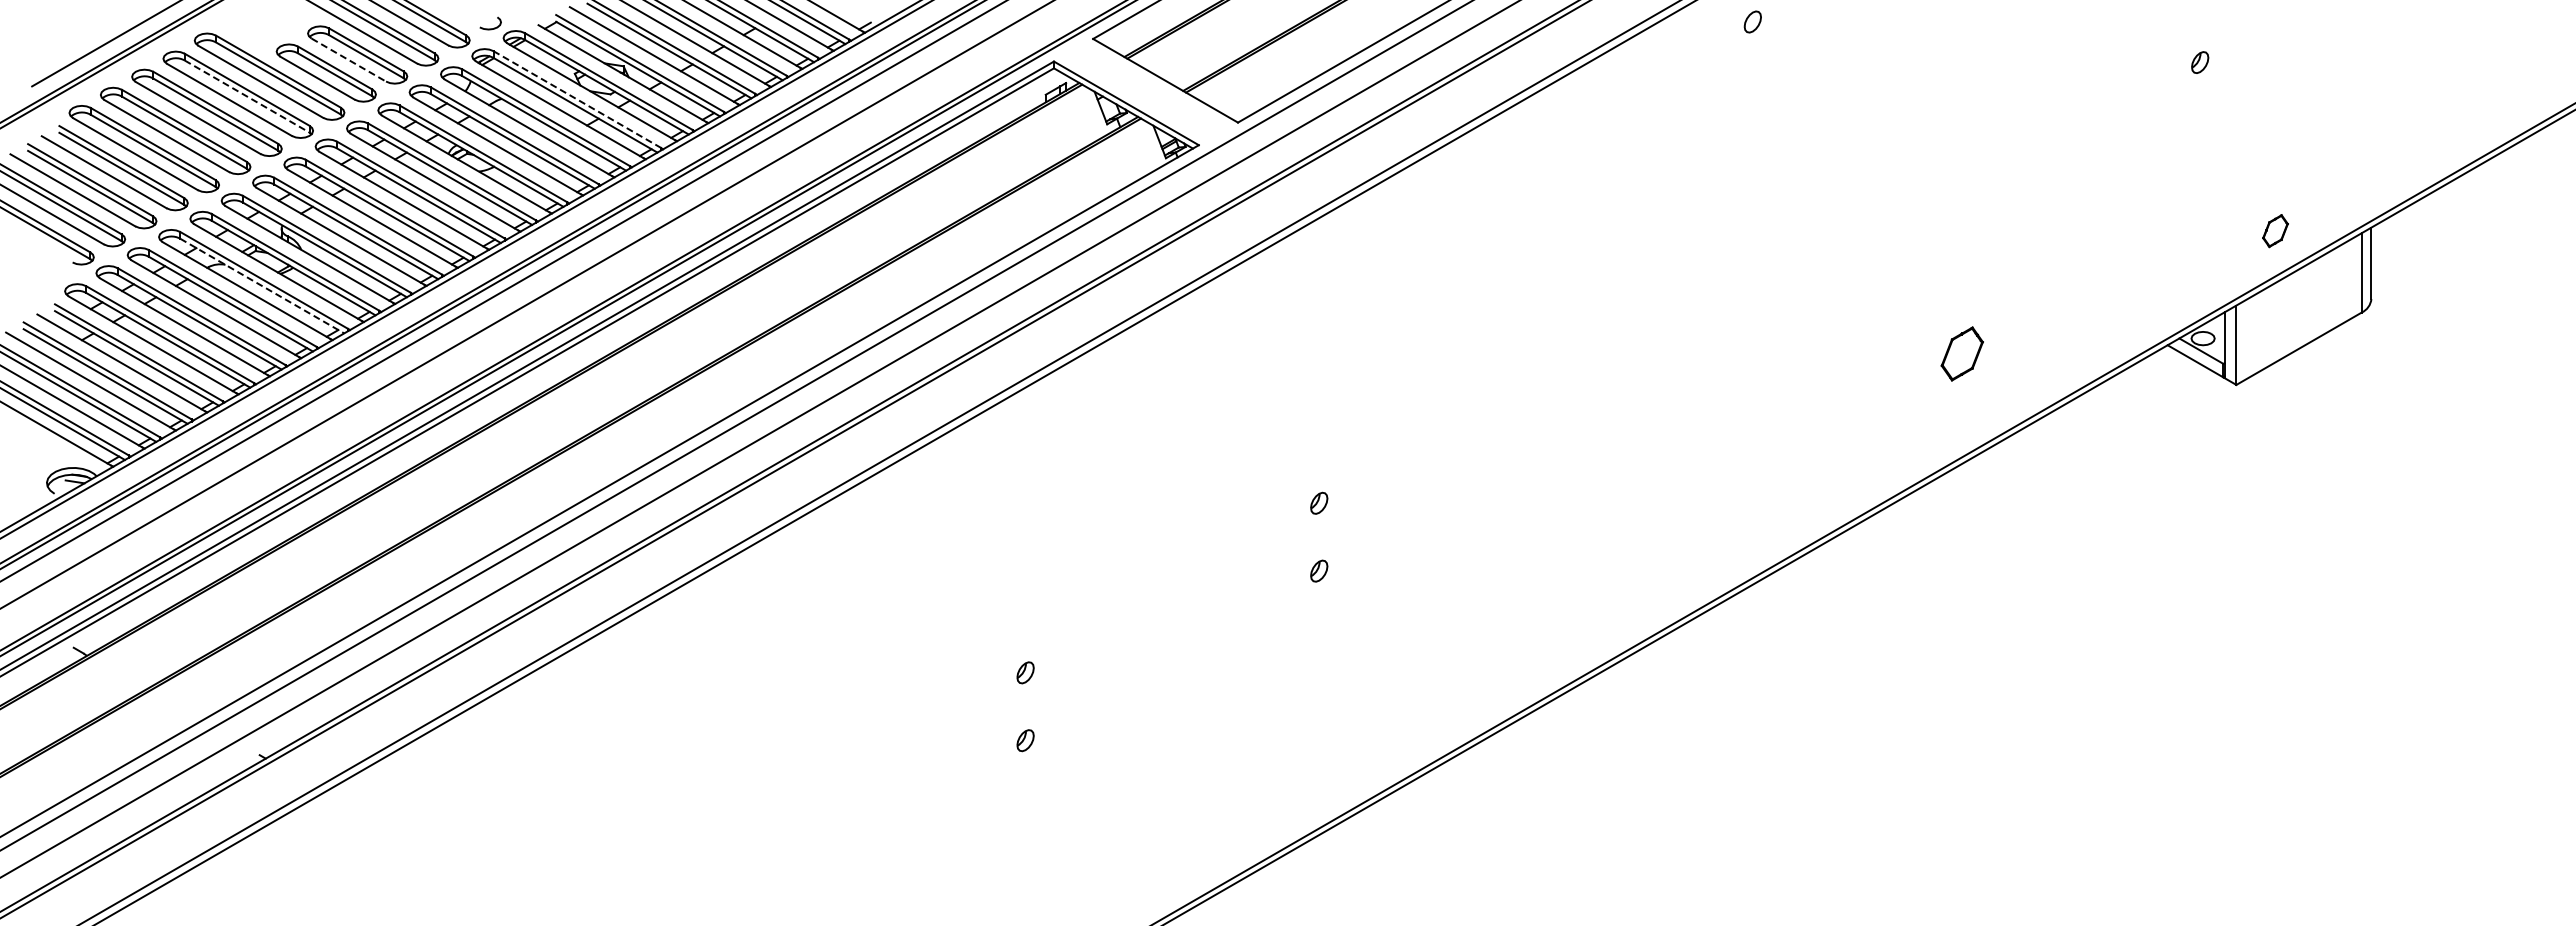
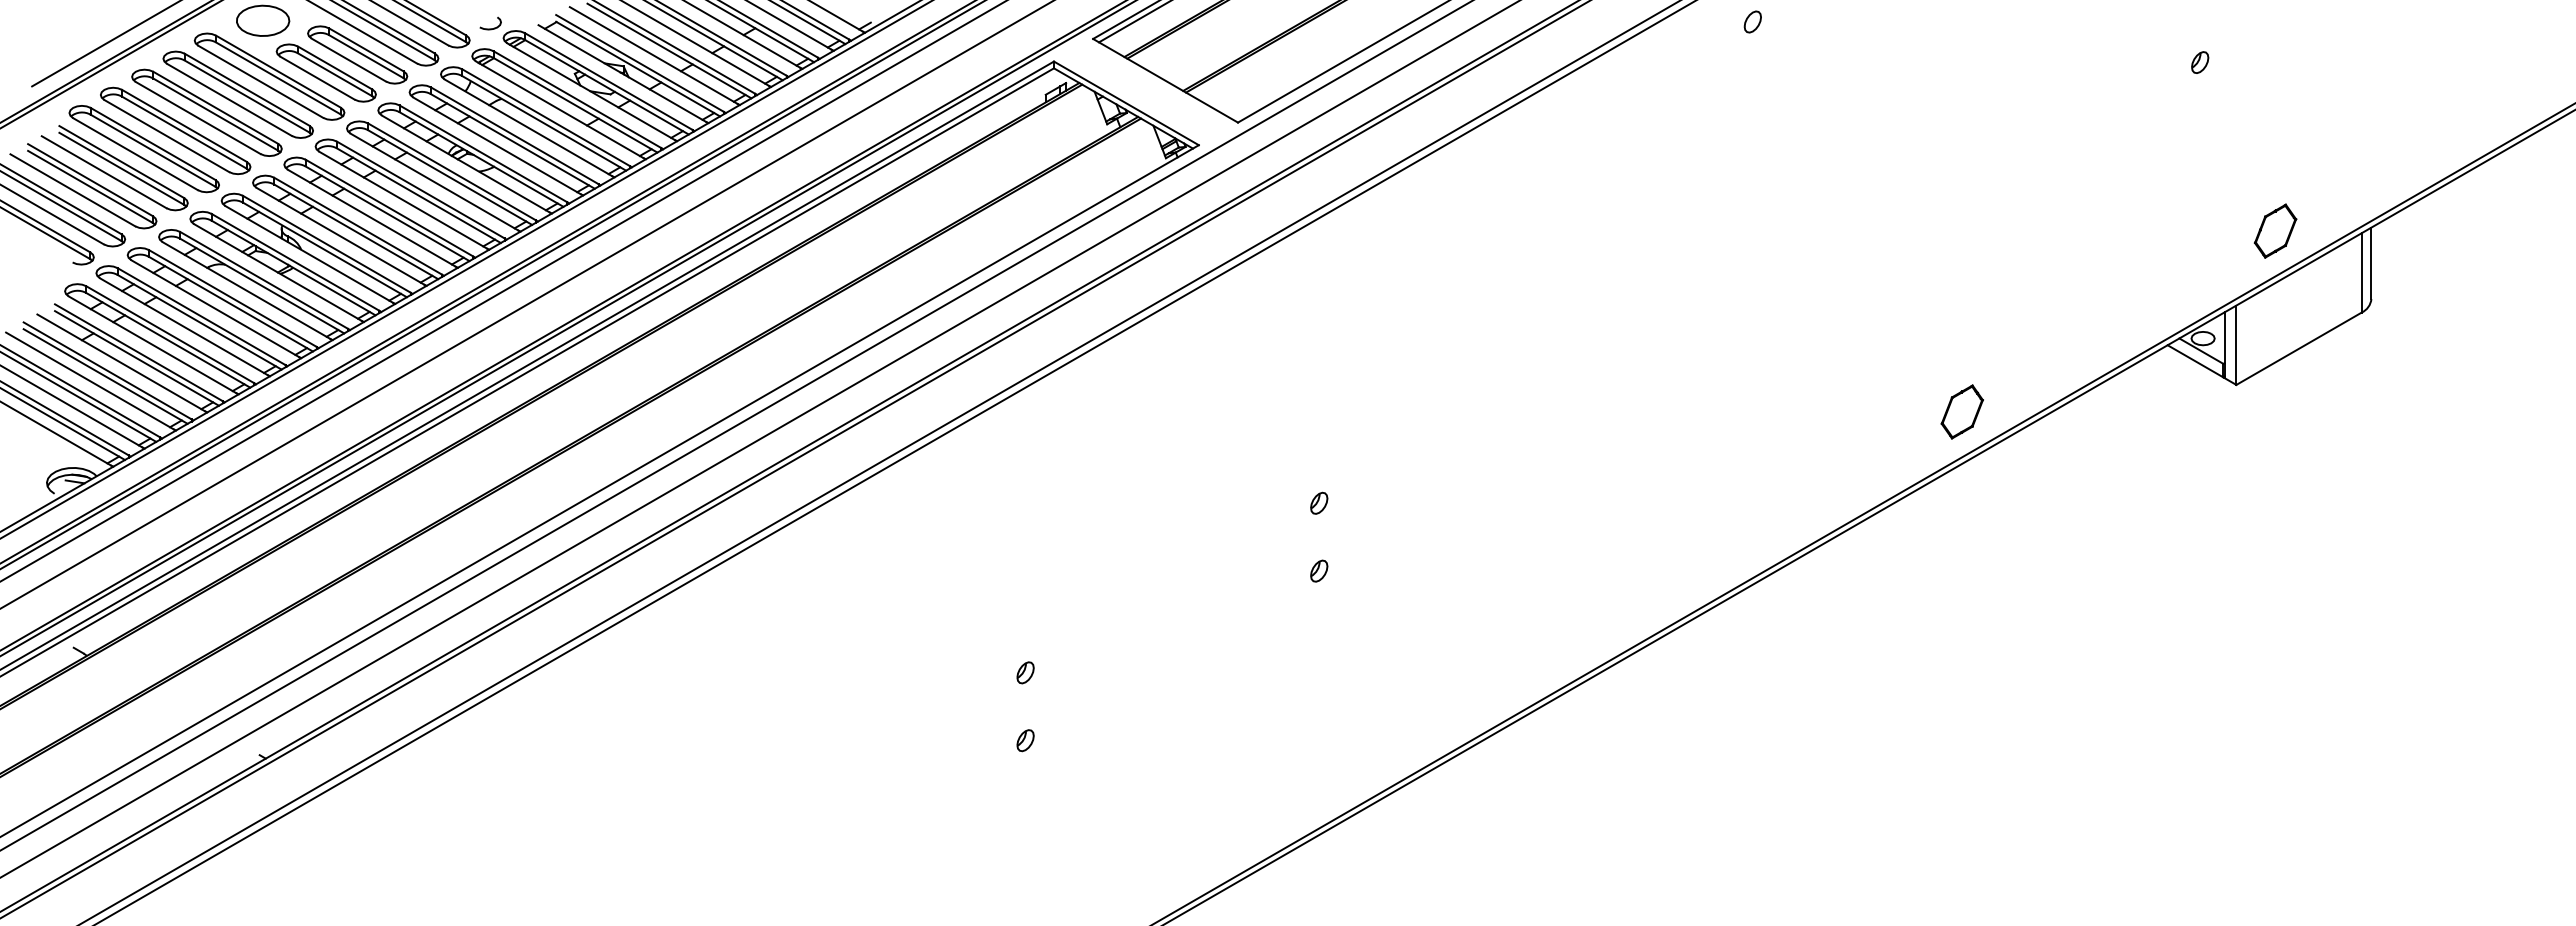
part at (263, 20): none -> present
line at (1133, 22): none -> present
line at (348, 60): dashed -> solid
line at (247, 96): dashed -> solid
line at (577, 99): dashed -> solid
part at (2275, 231) size: 27x35 px -> 45x56 px
line at (262, 286): dashed -> solid
part at (1961, 353) position: (1961, 353) -> (1961, 411)
